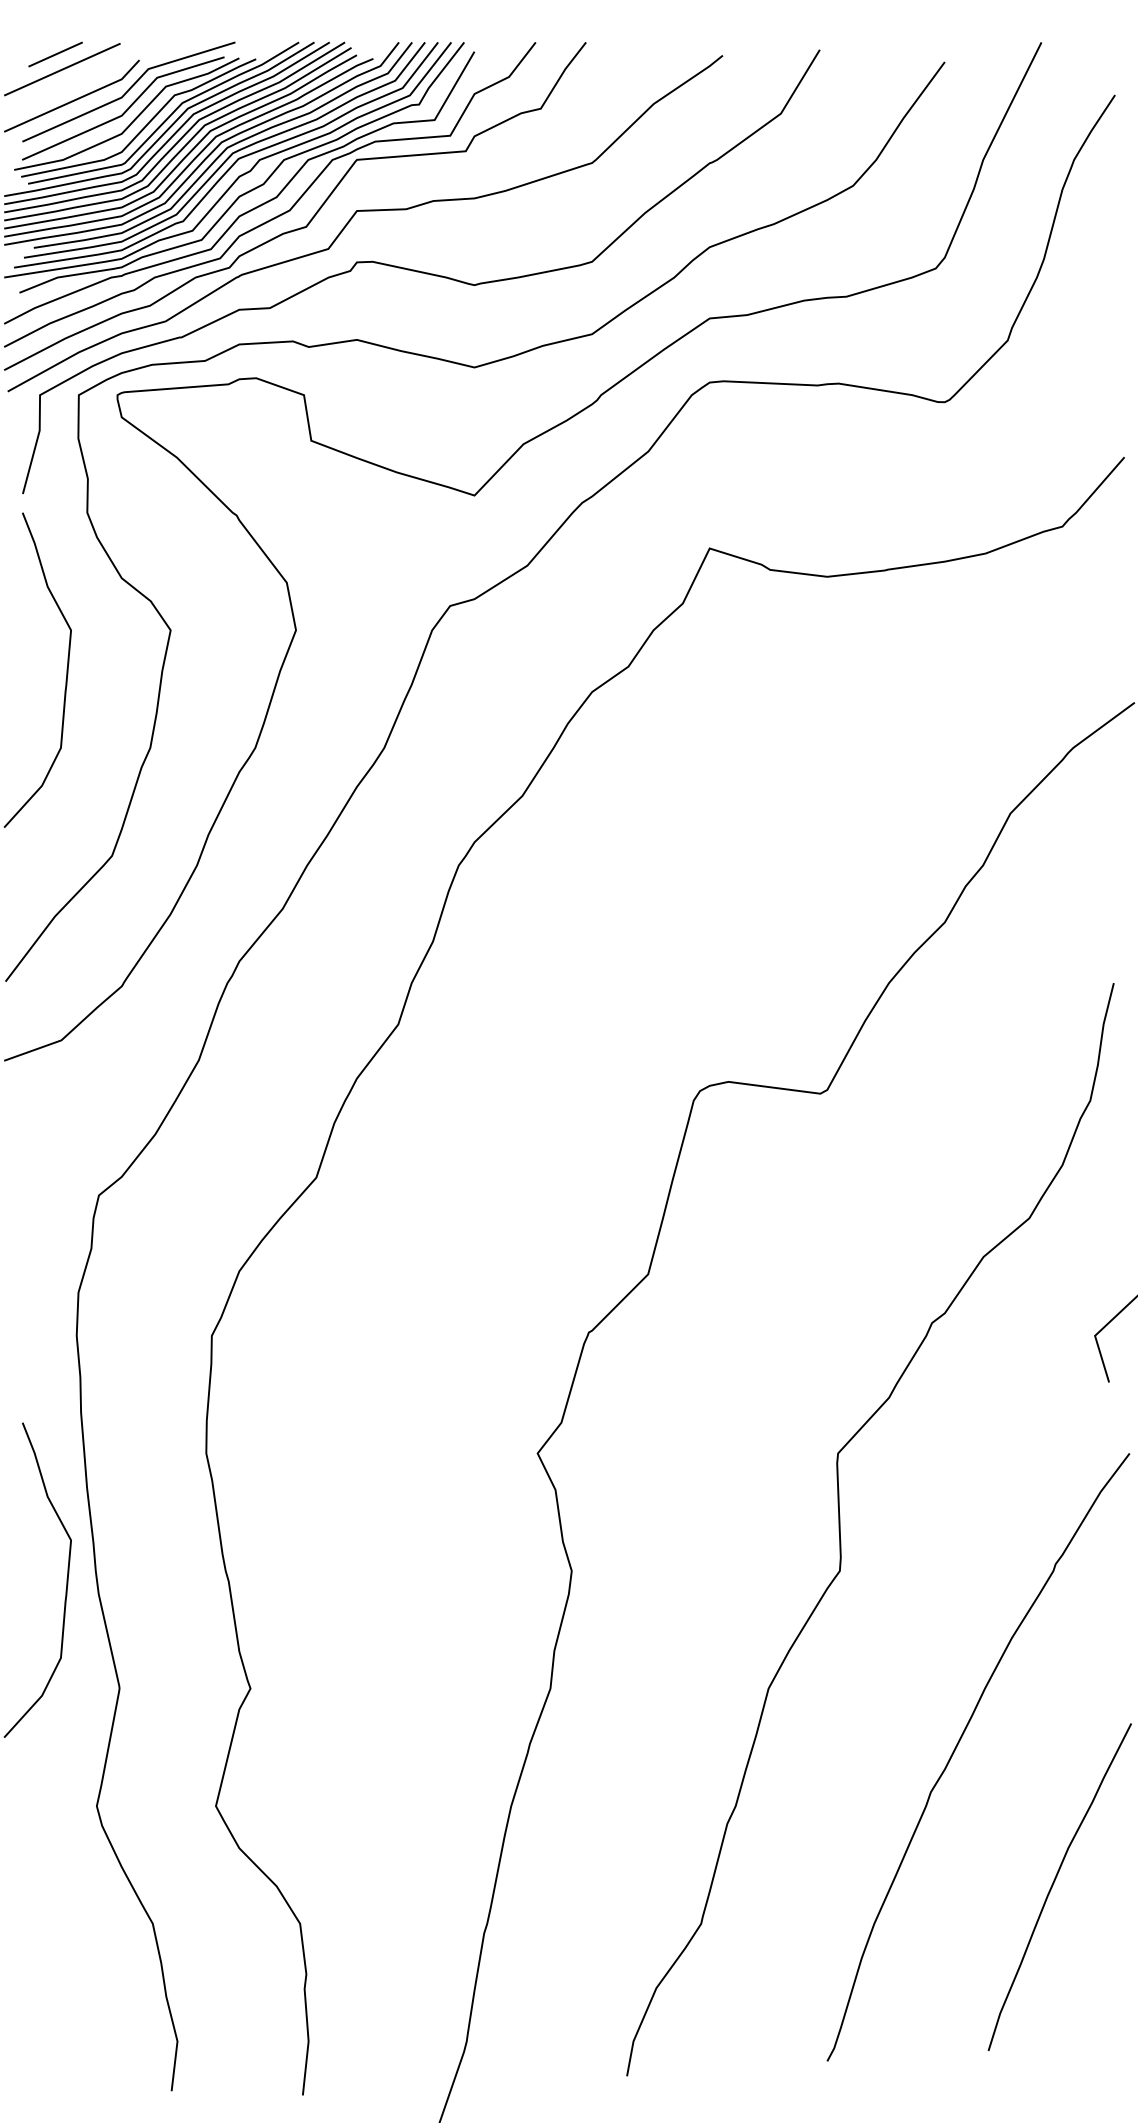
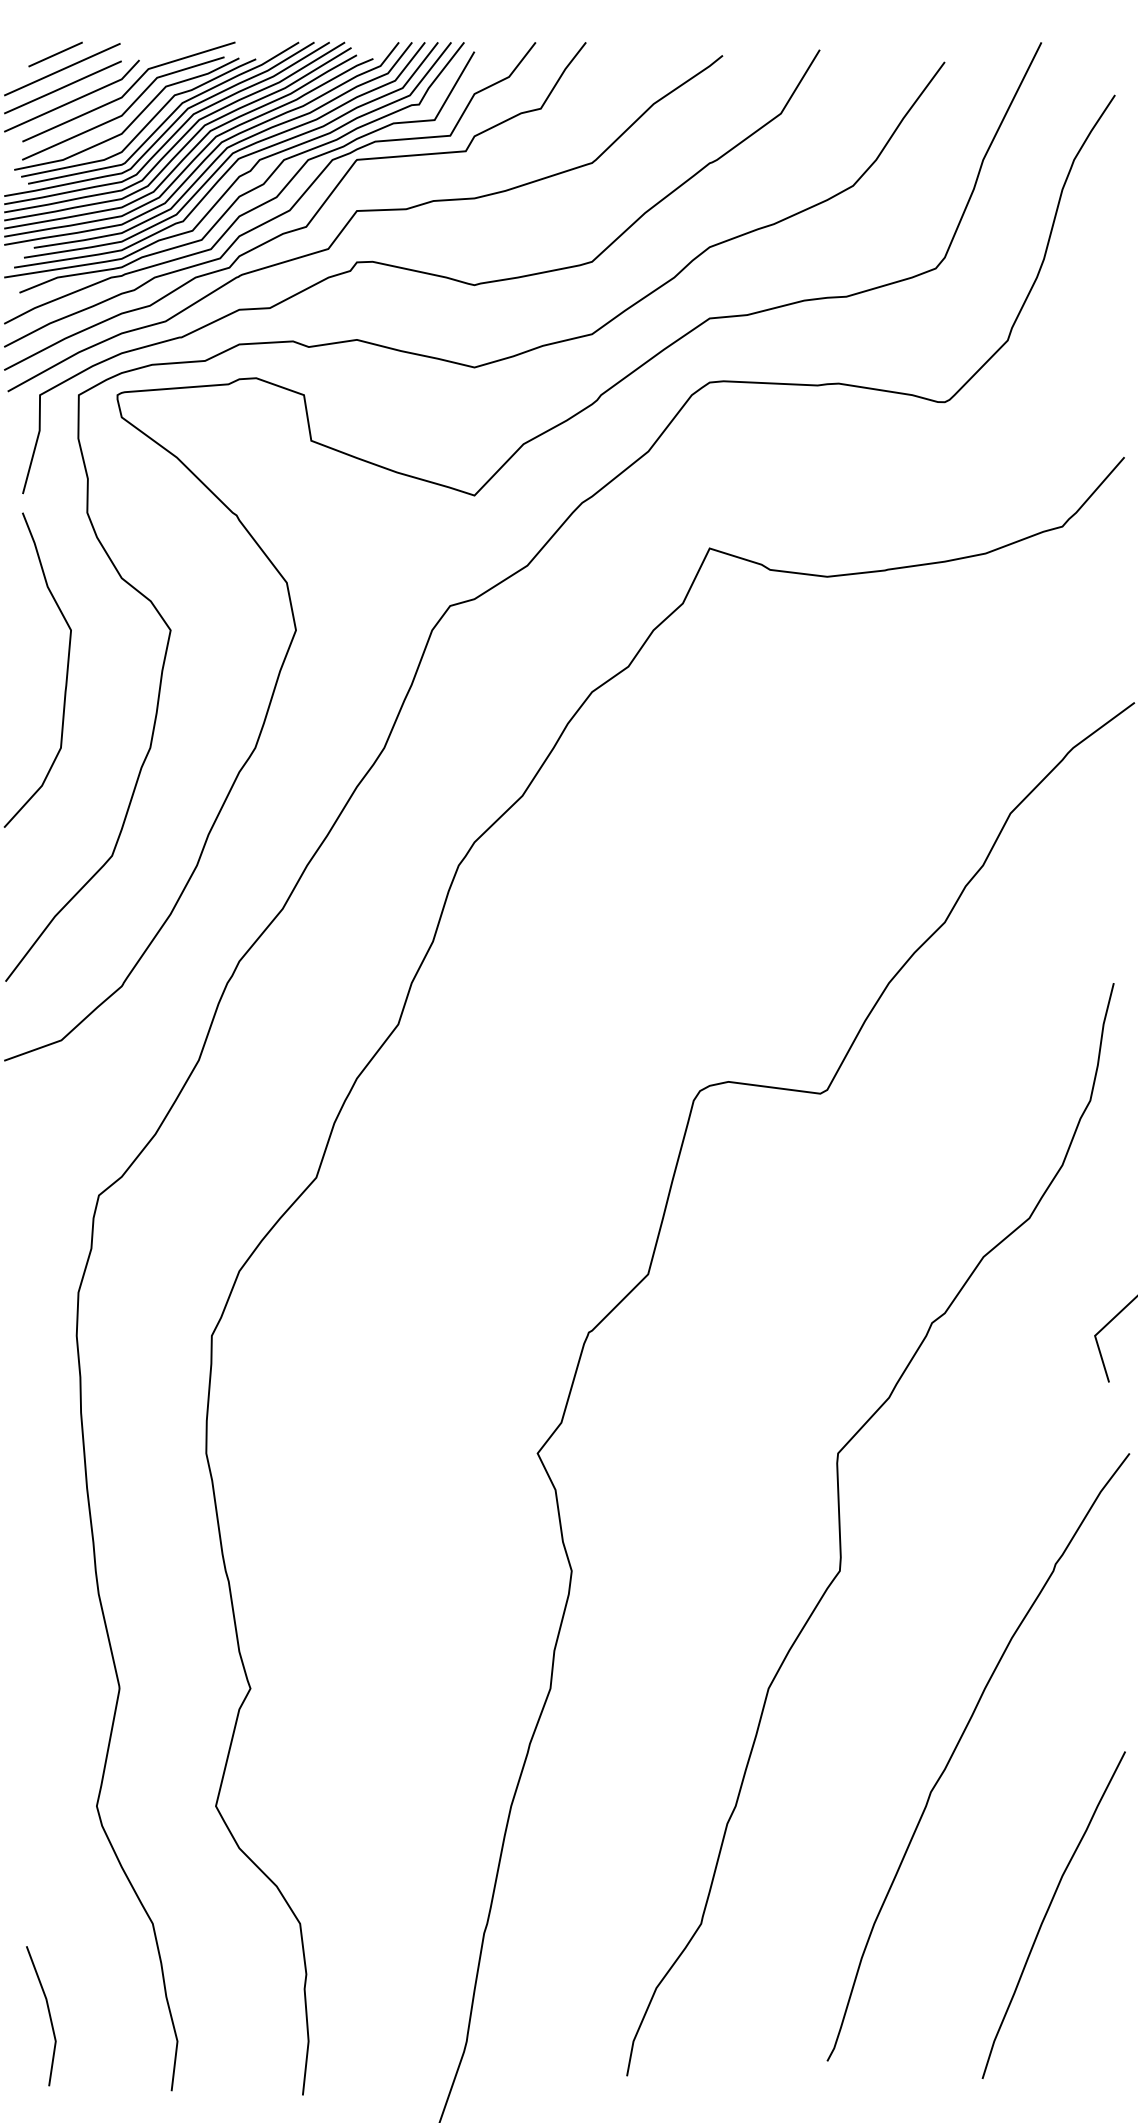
line at (62, 87): none -> present
curve at (66, 1579): present -> none
curve at (1054, 1883) position: (1054, 1883) -> (1048, 1911)
line at (48, 2014): none -> present
